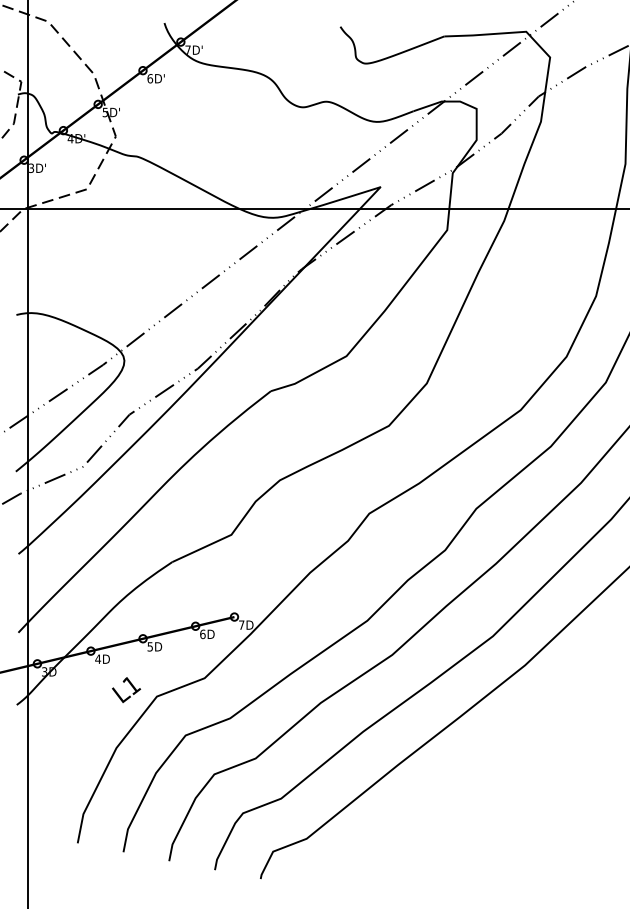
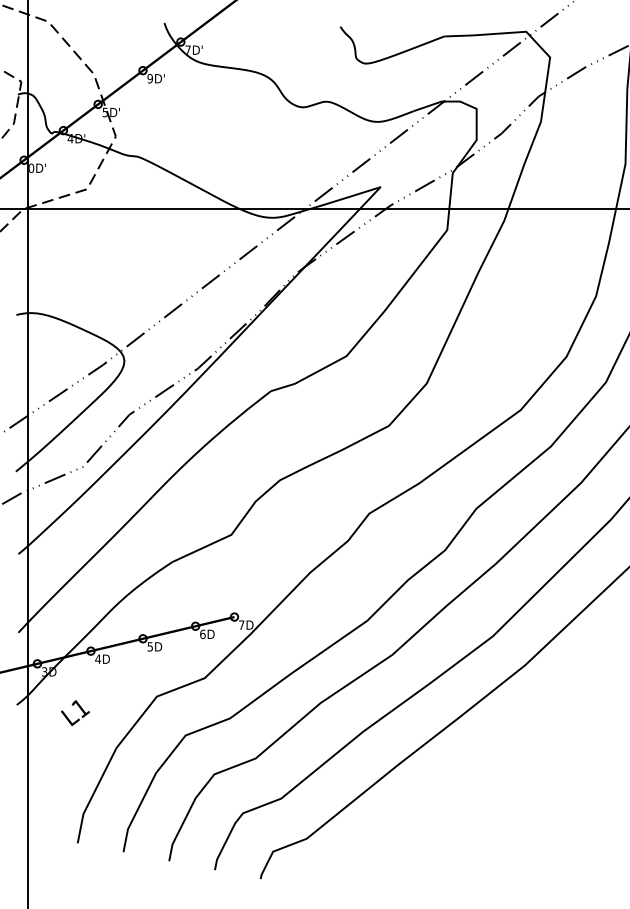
text at (150, 78): 6D' -> 9D'
text at (31, 167): 3D' -> 0D'
text at (126, 689) position: (126, 689) -> (75, 712)
